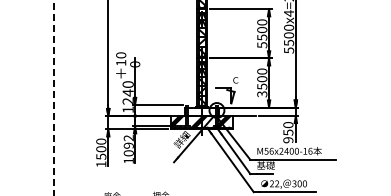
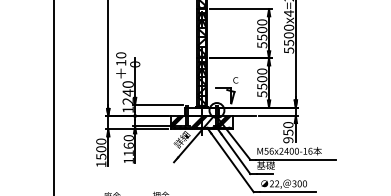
text at (261, 94): 3500 -> 5500
line at (53, 98): dashed -> solid
text at (128, 145): 1092 -> 1160
